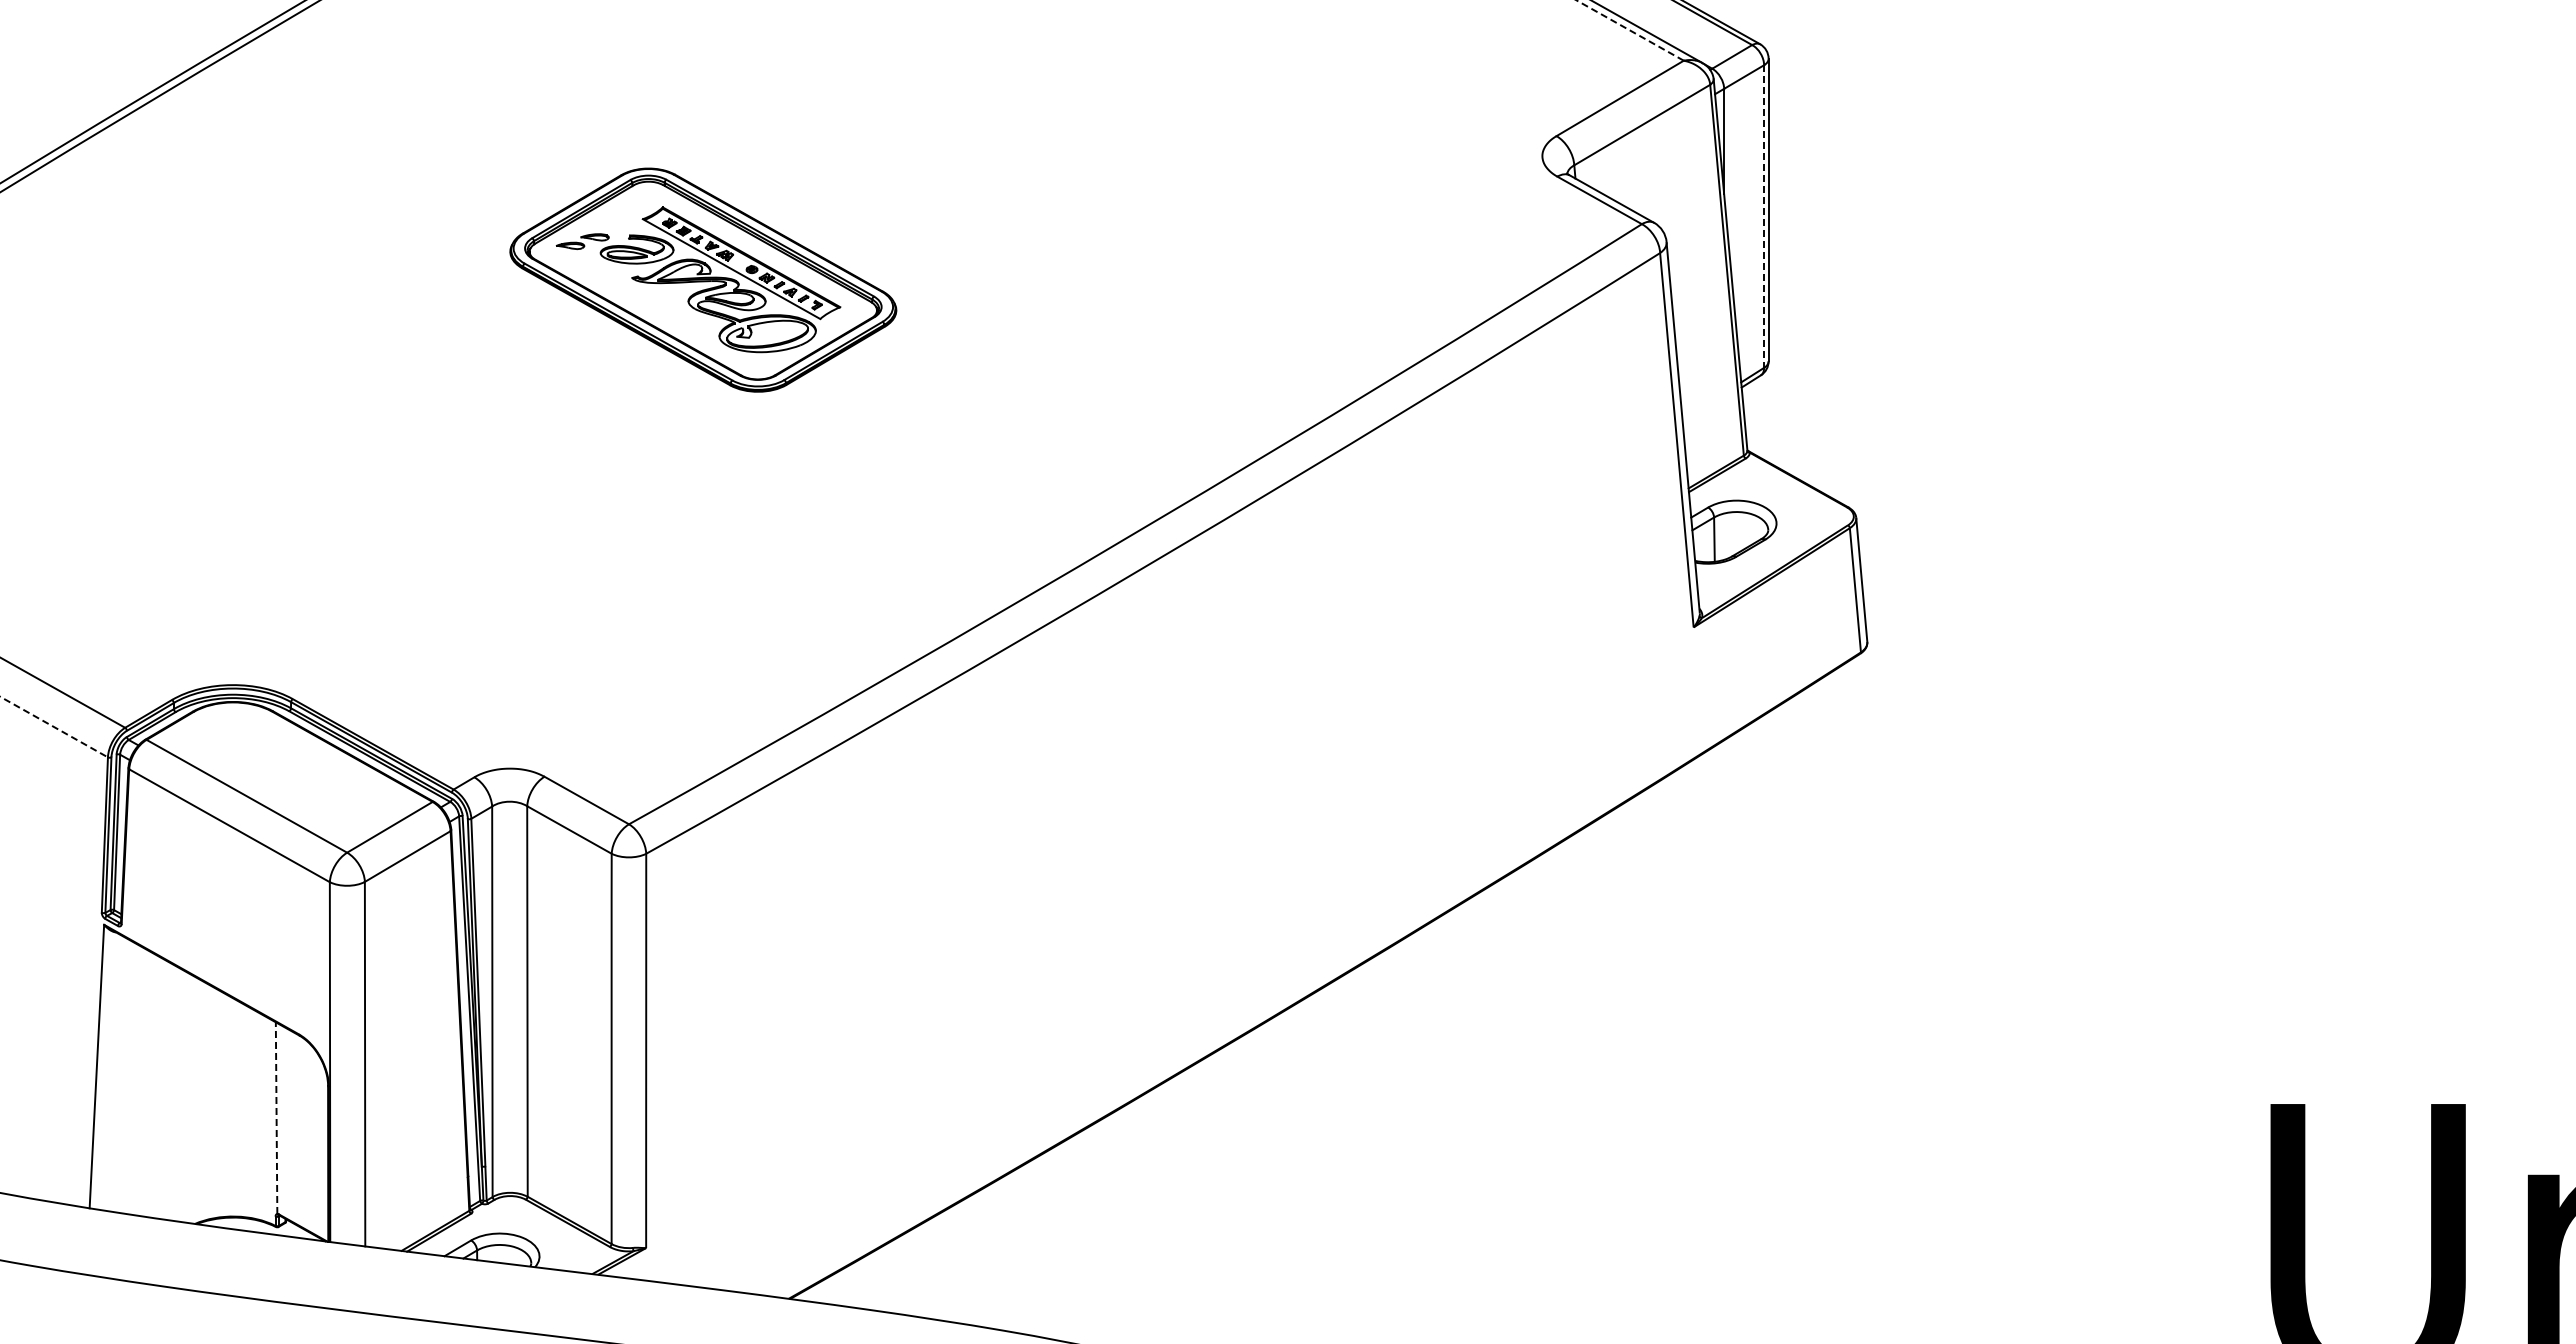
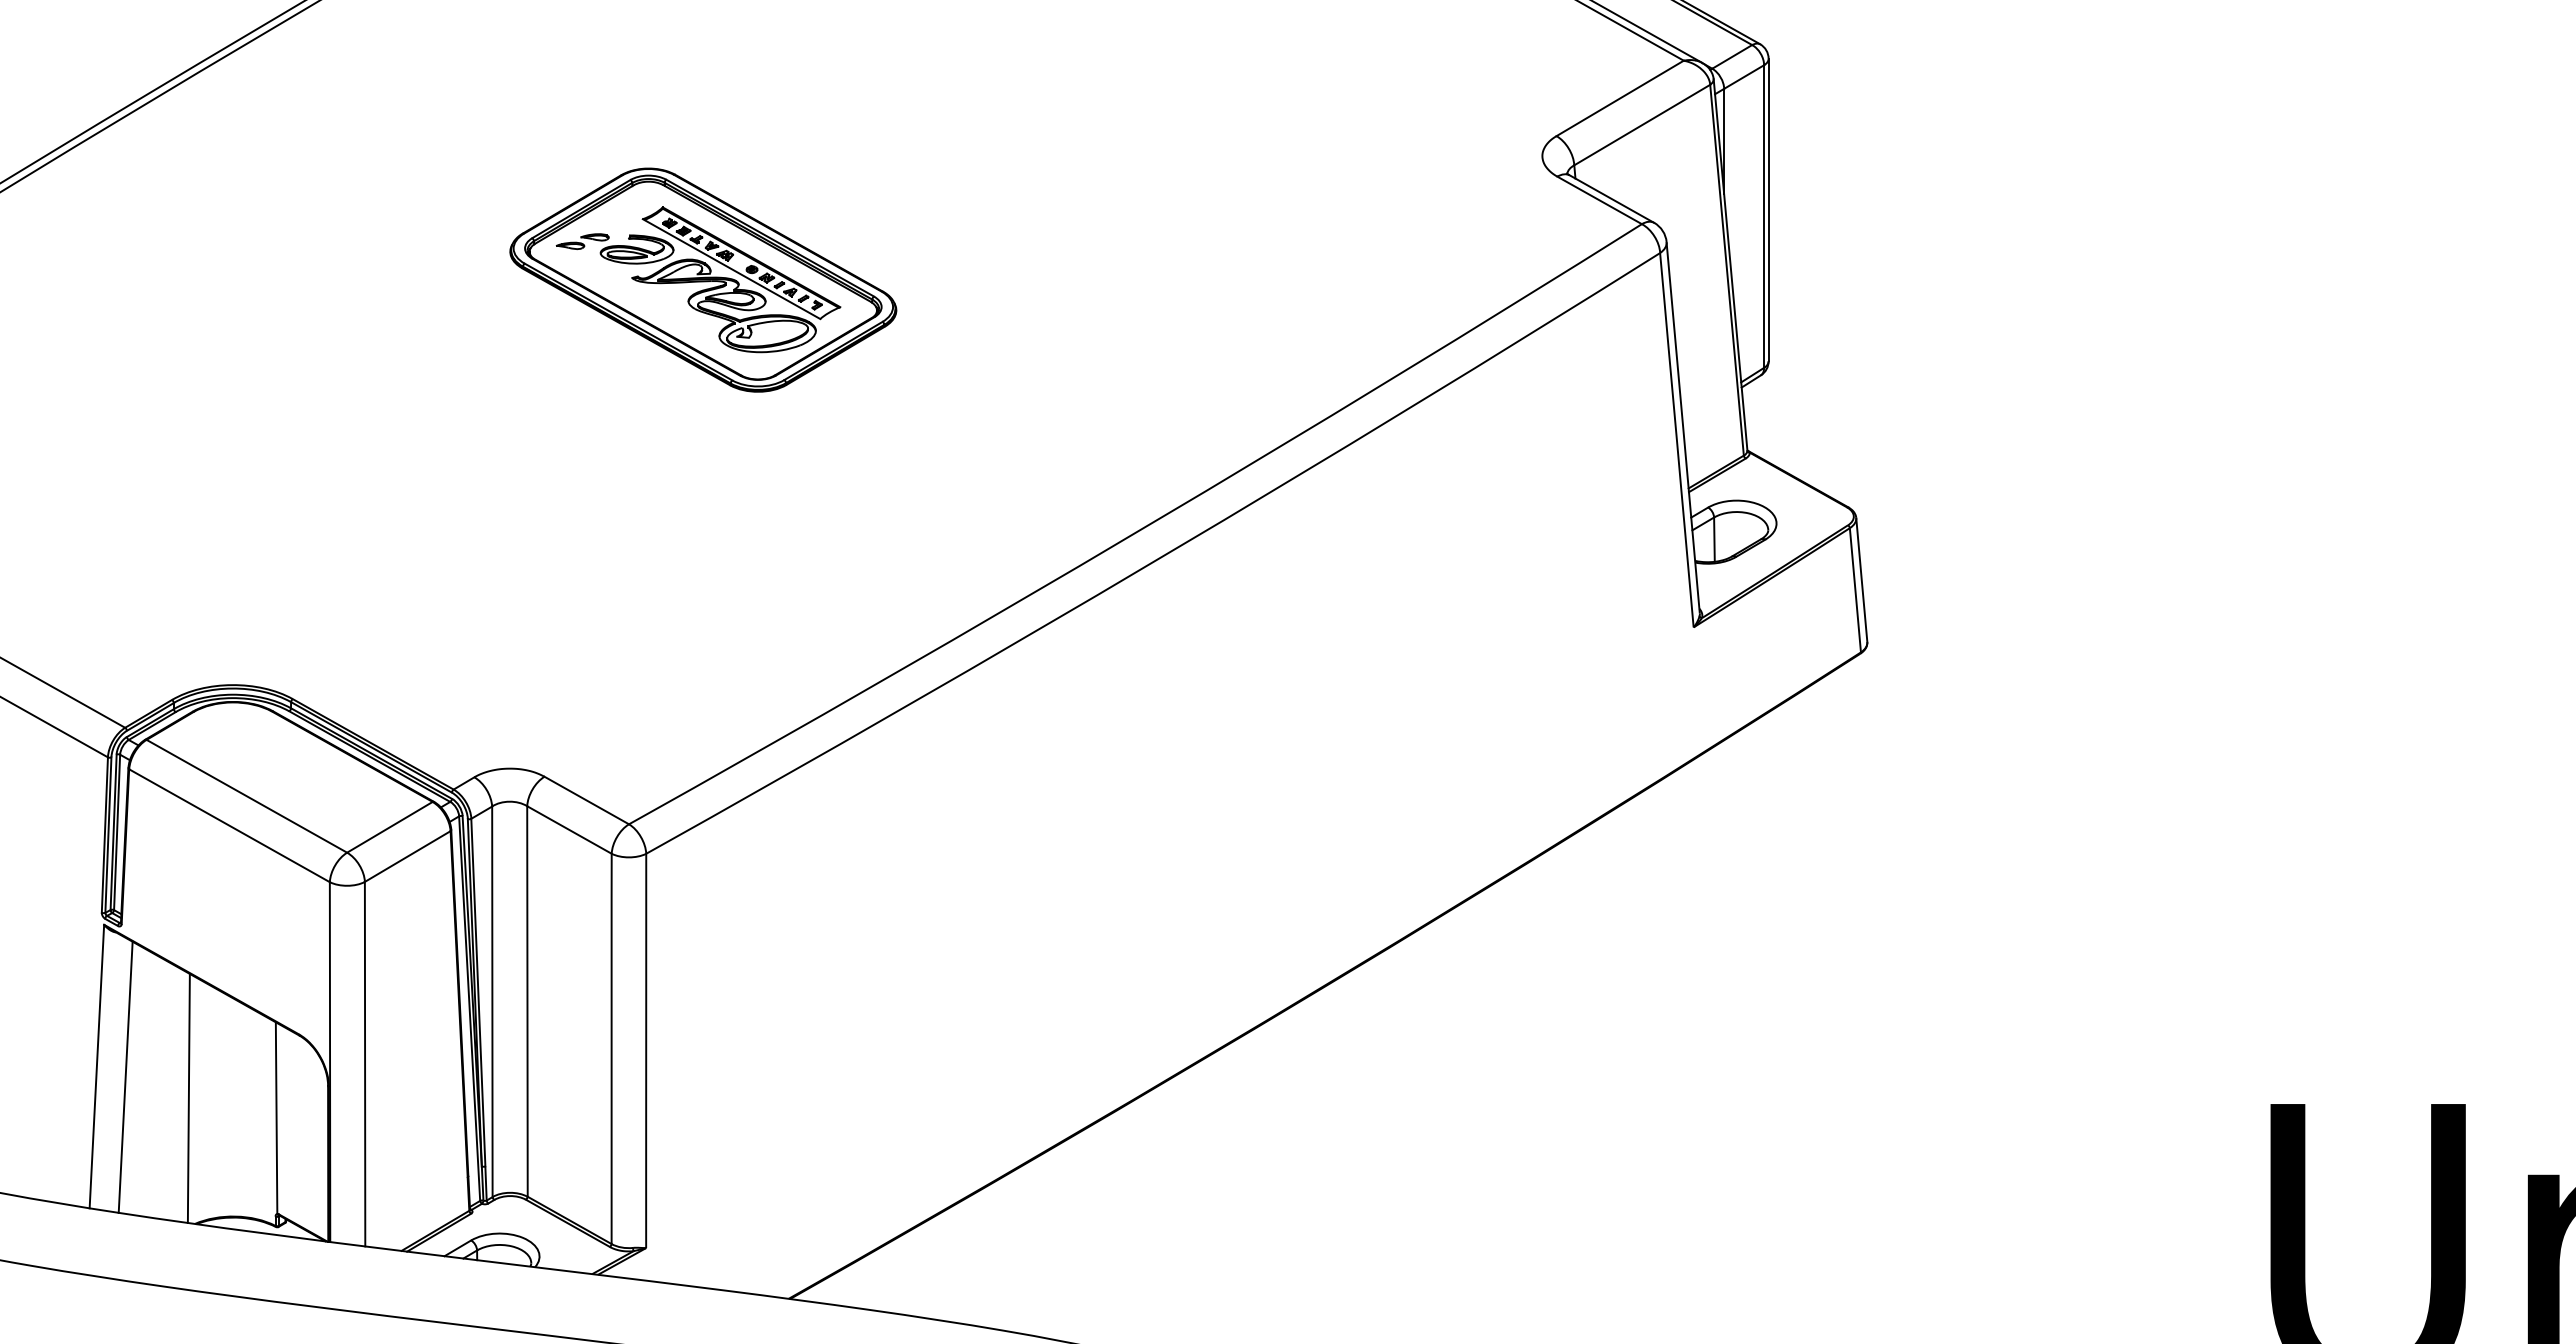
line at (1629, 30): dashed -> solid
line at (1764, 217): dashed -> solid
line at (54, 727): dashed -> solid
line at (125, 1076): none -> present
line at (188, 1098): none -> present
line at (276, 1118): dashed -> solid
